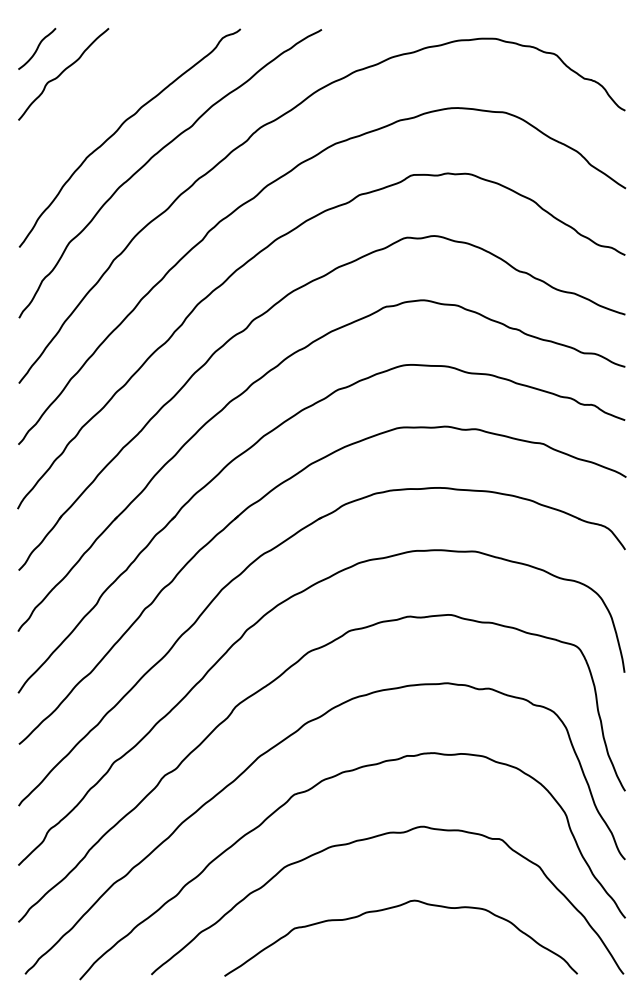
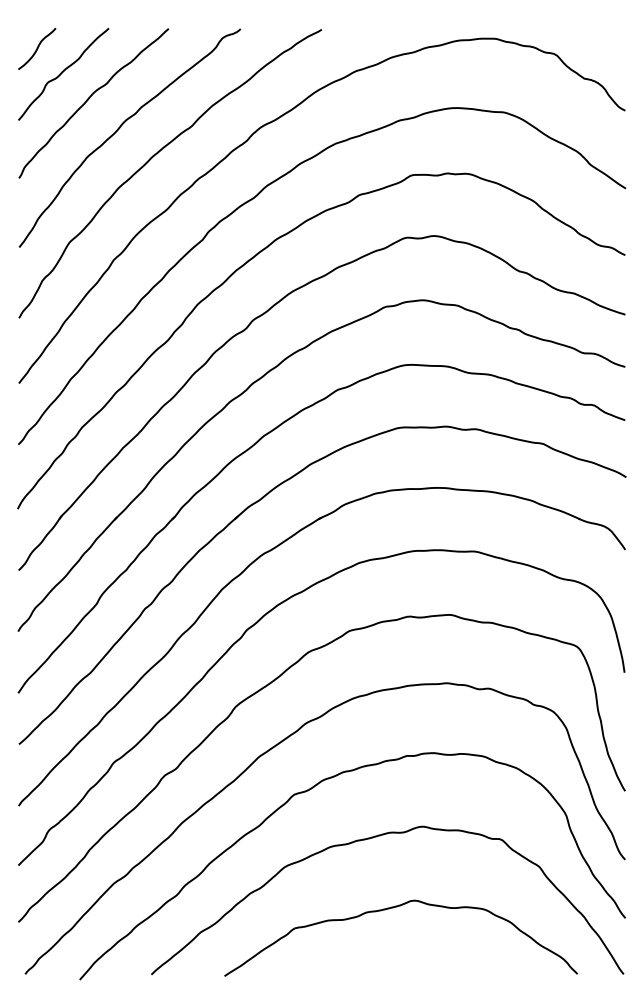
curve at (89, 99): none -> present
